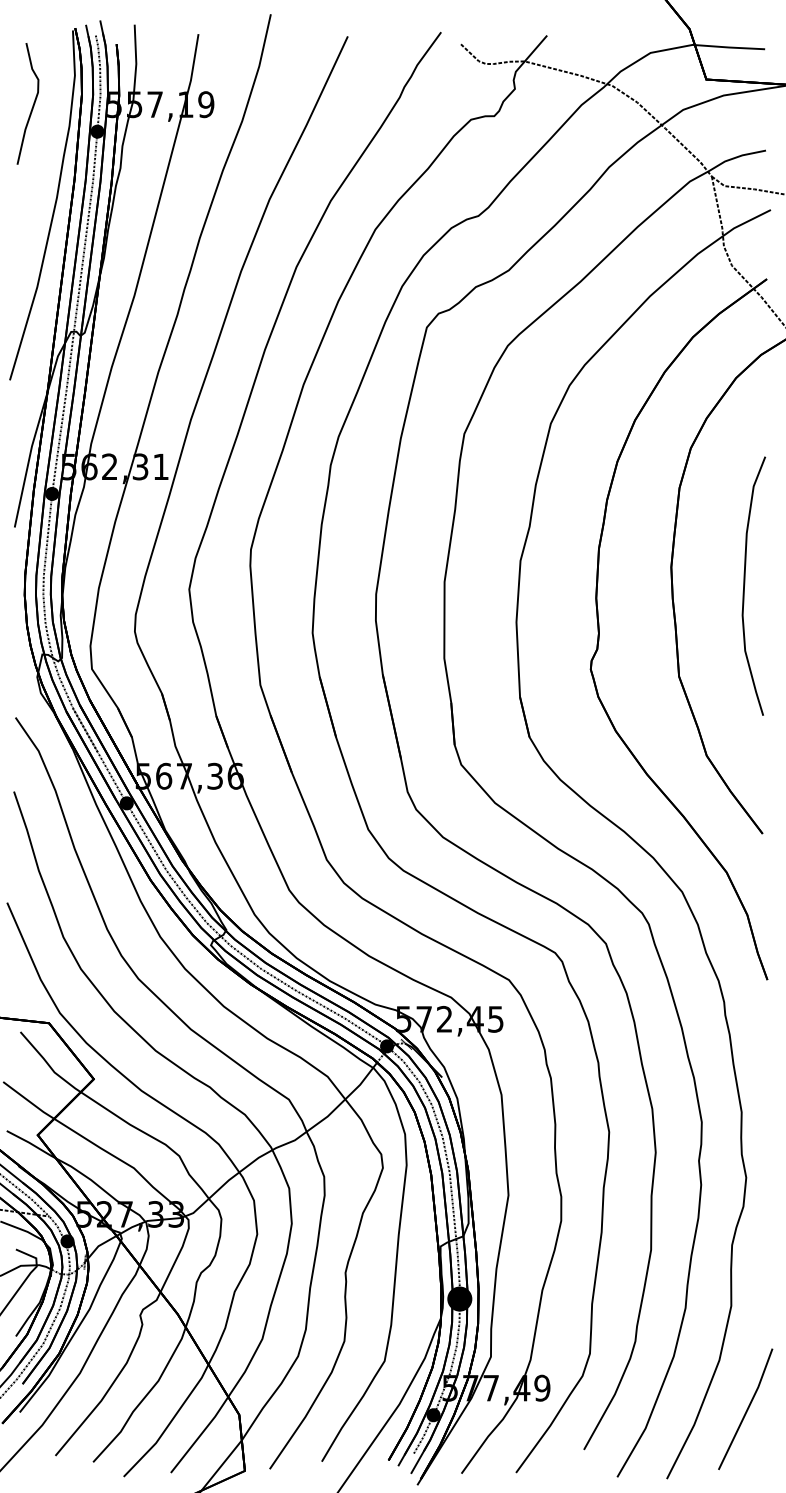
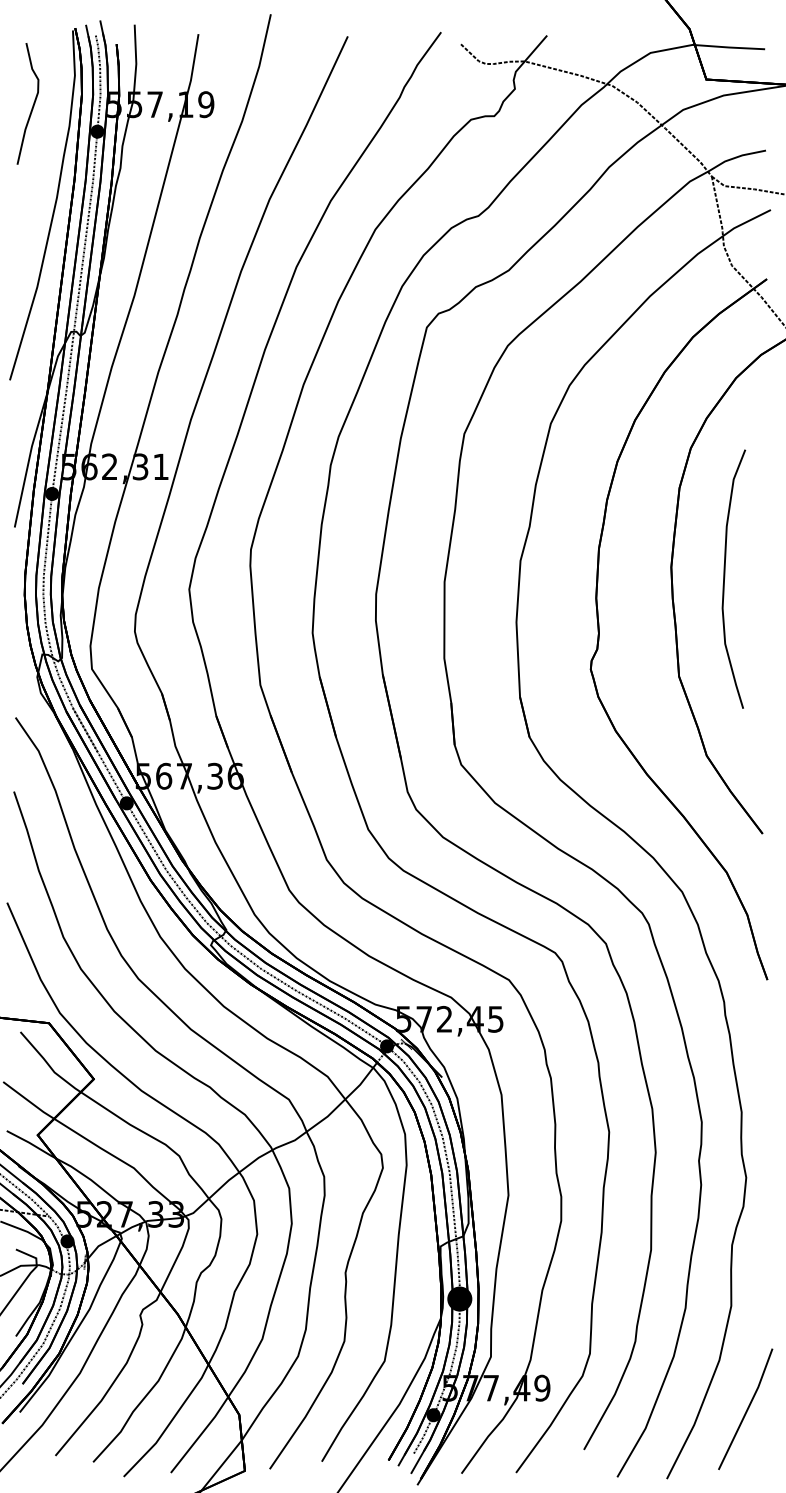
curve at (745, 584) position: (745, 584) -> (725, 577)
